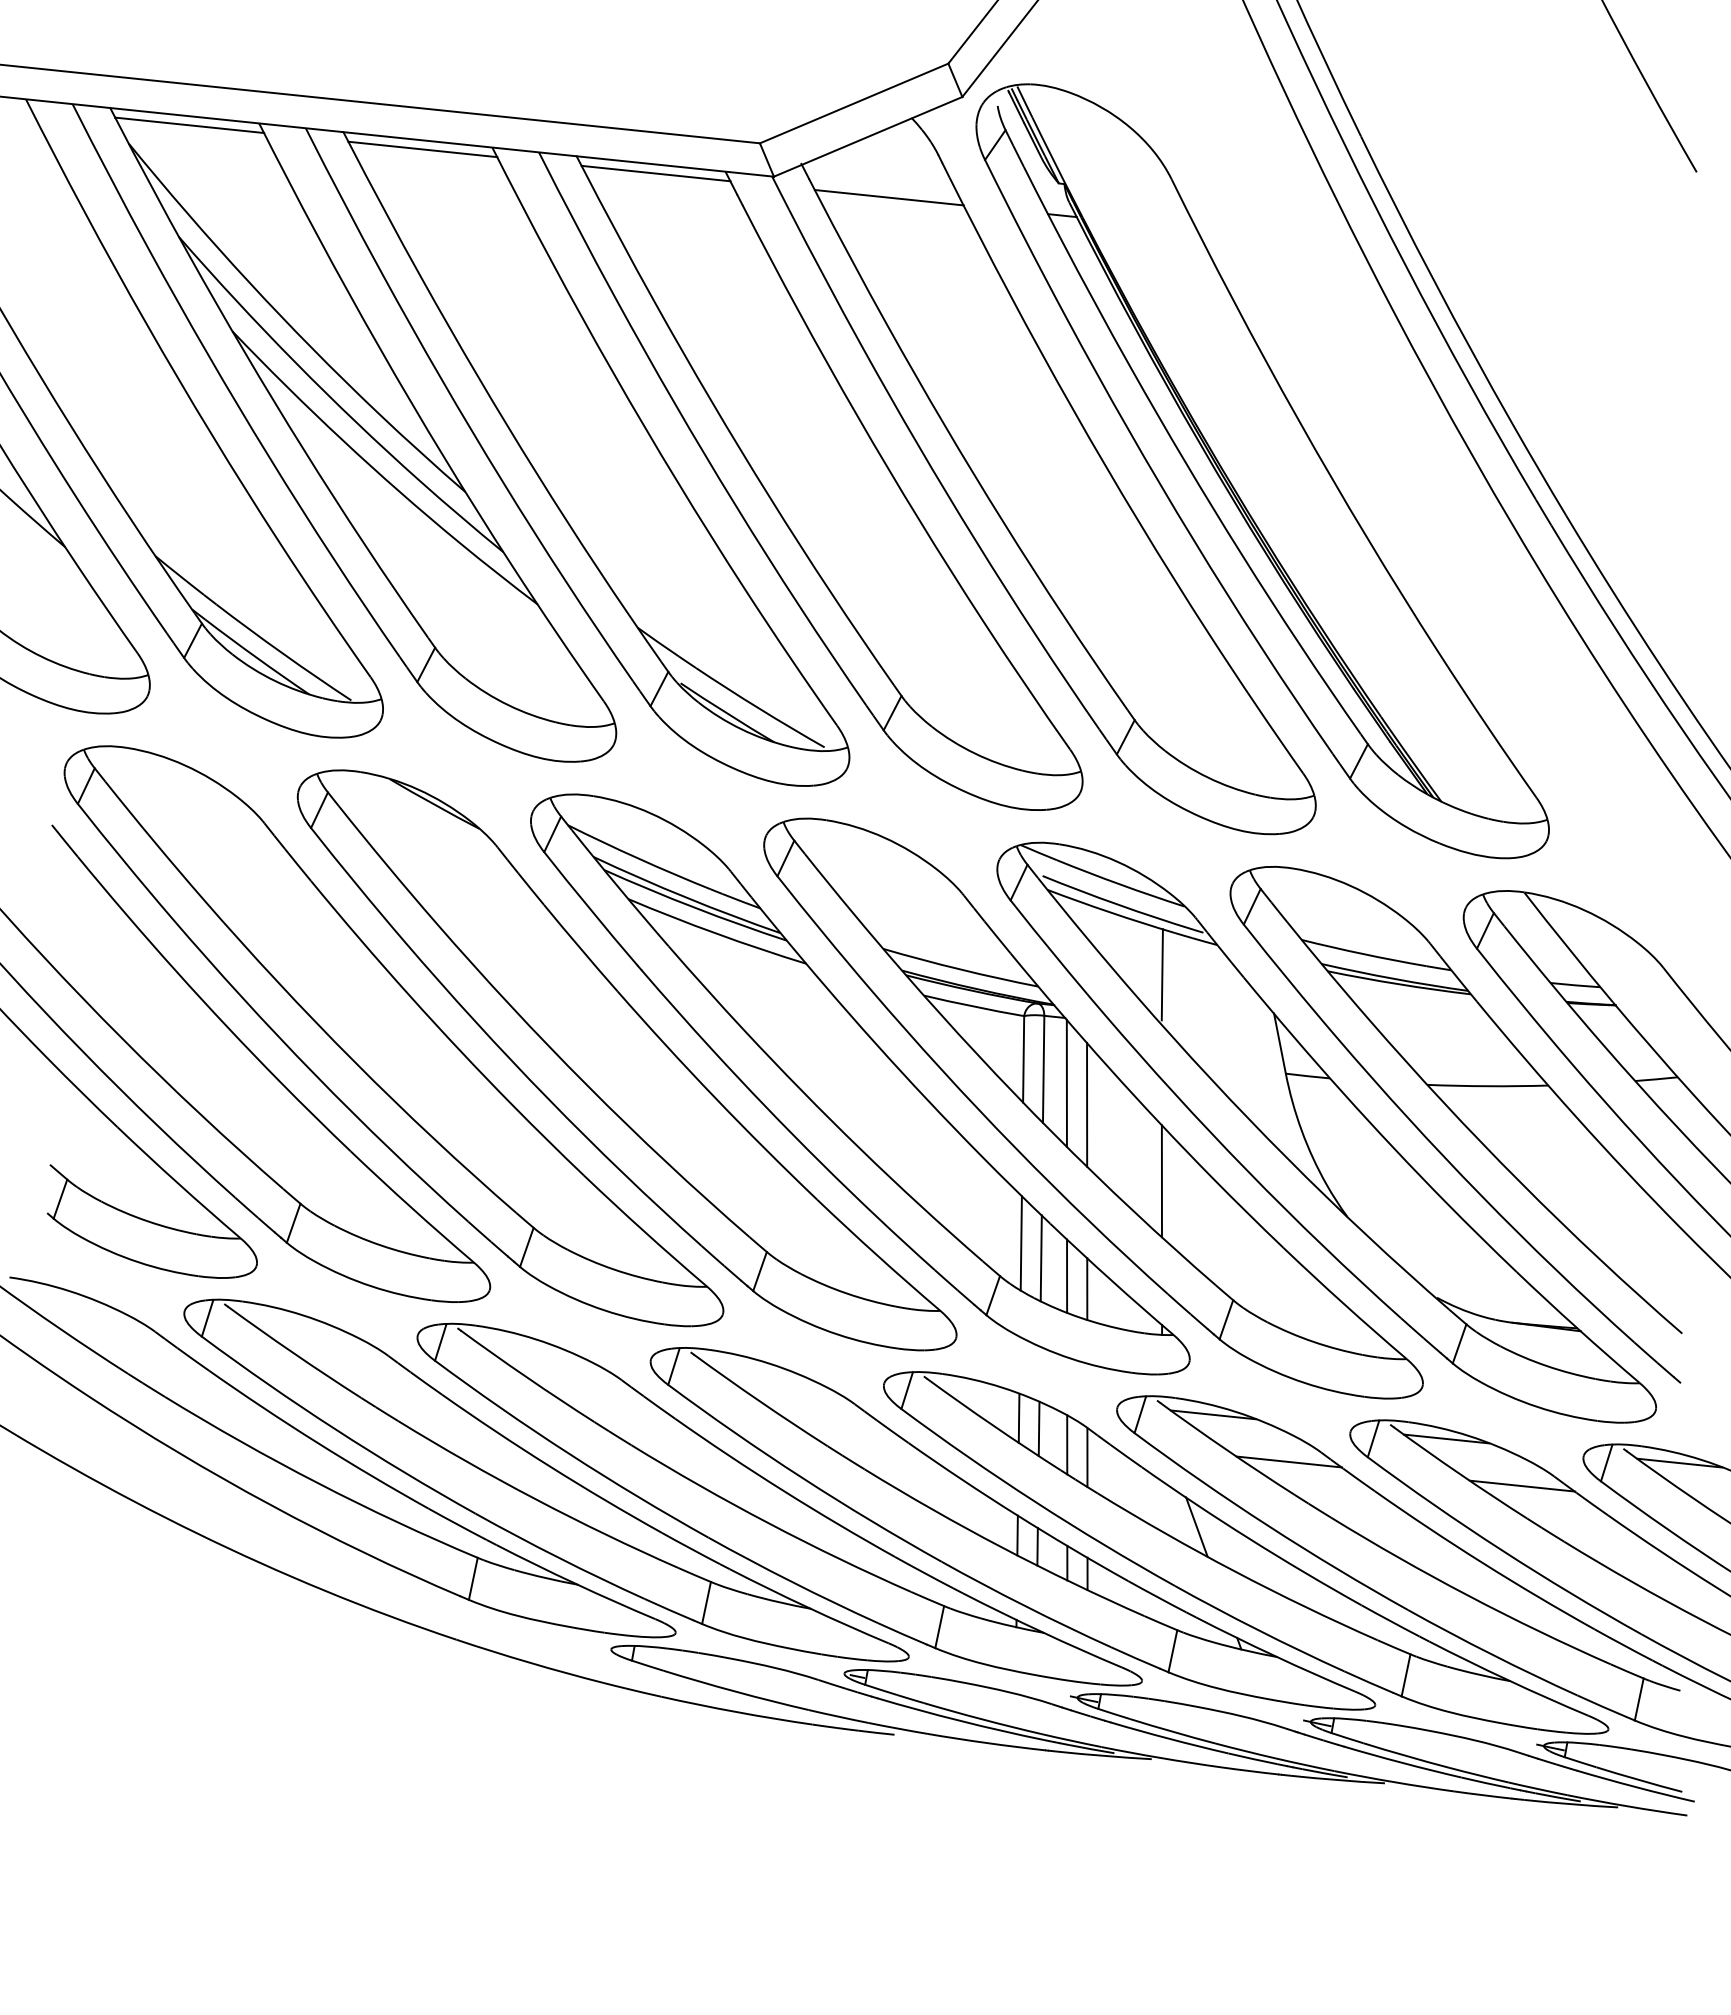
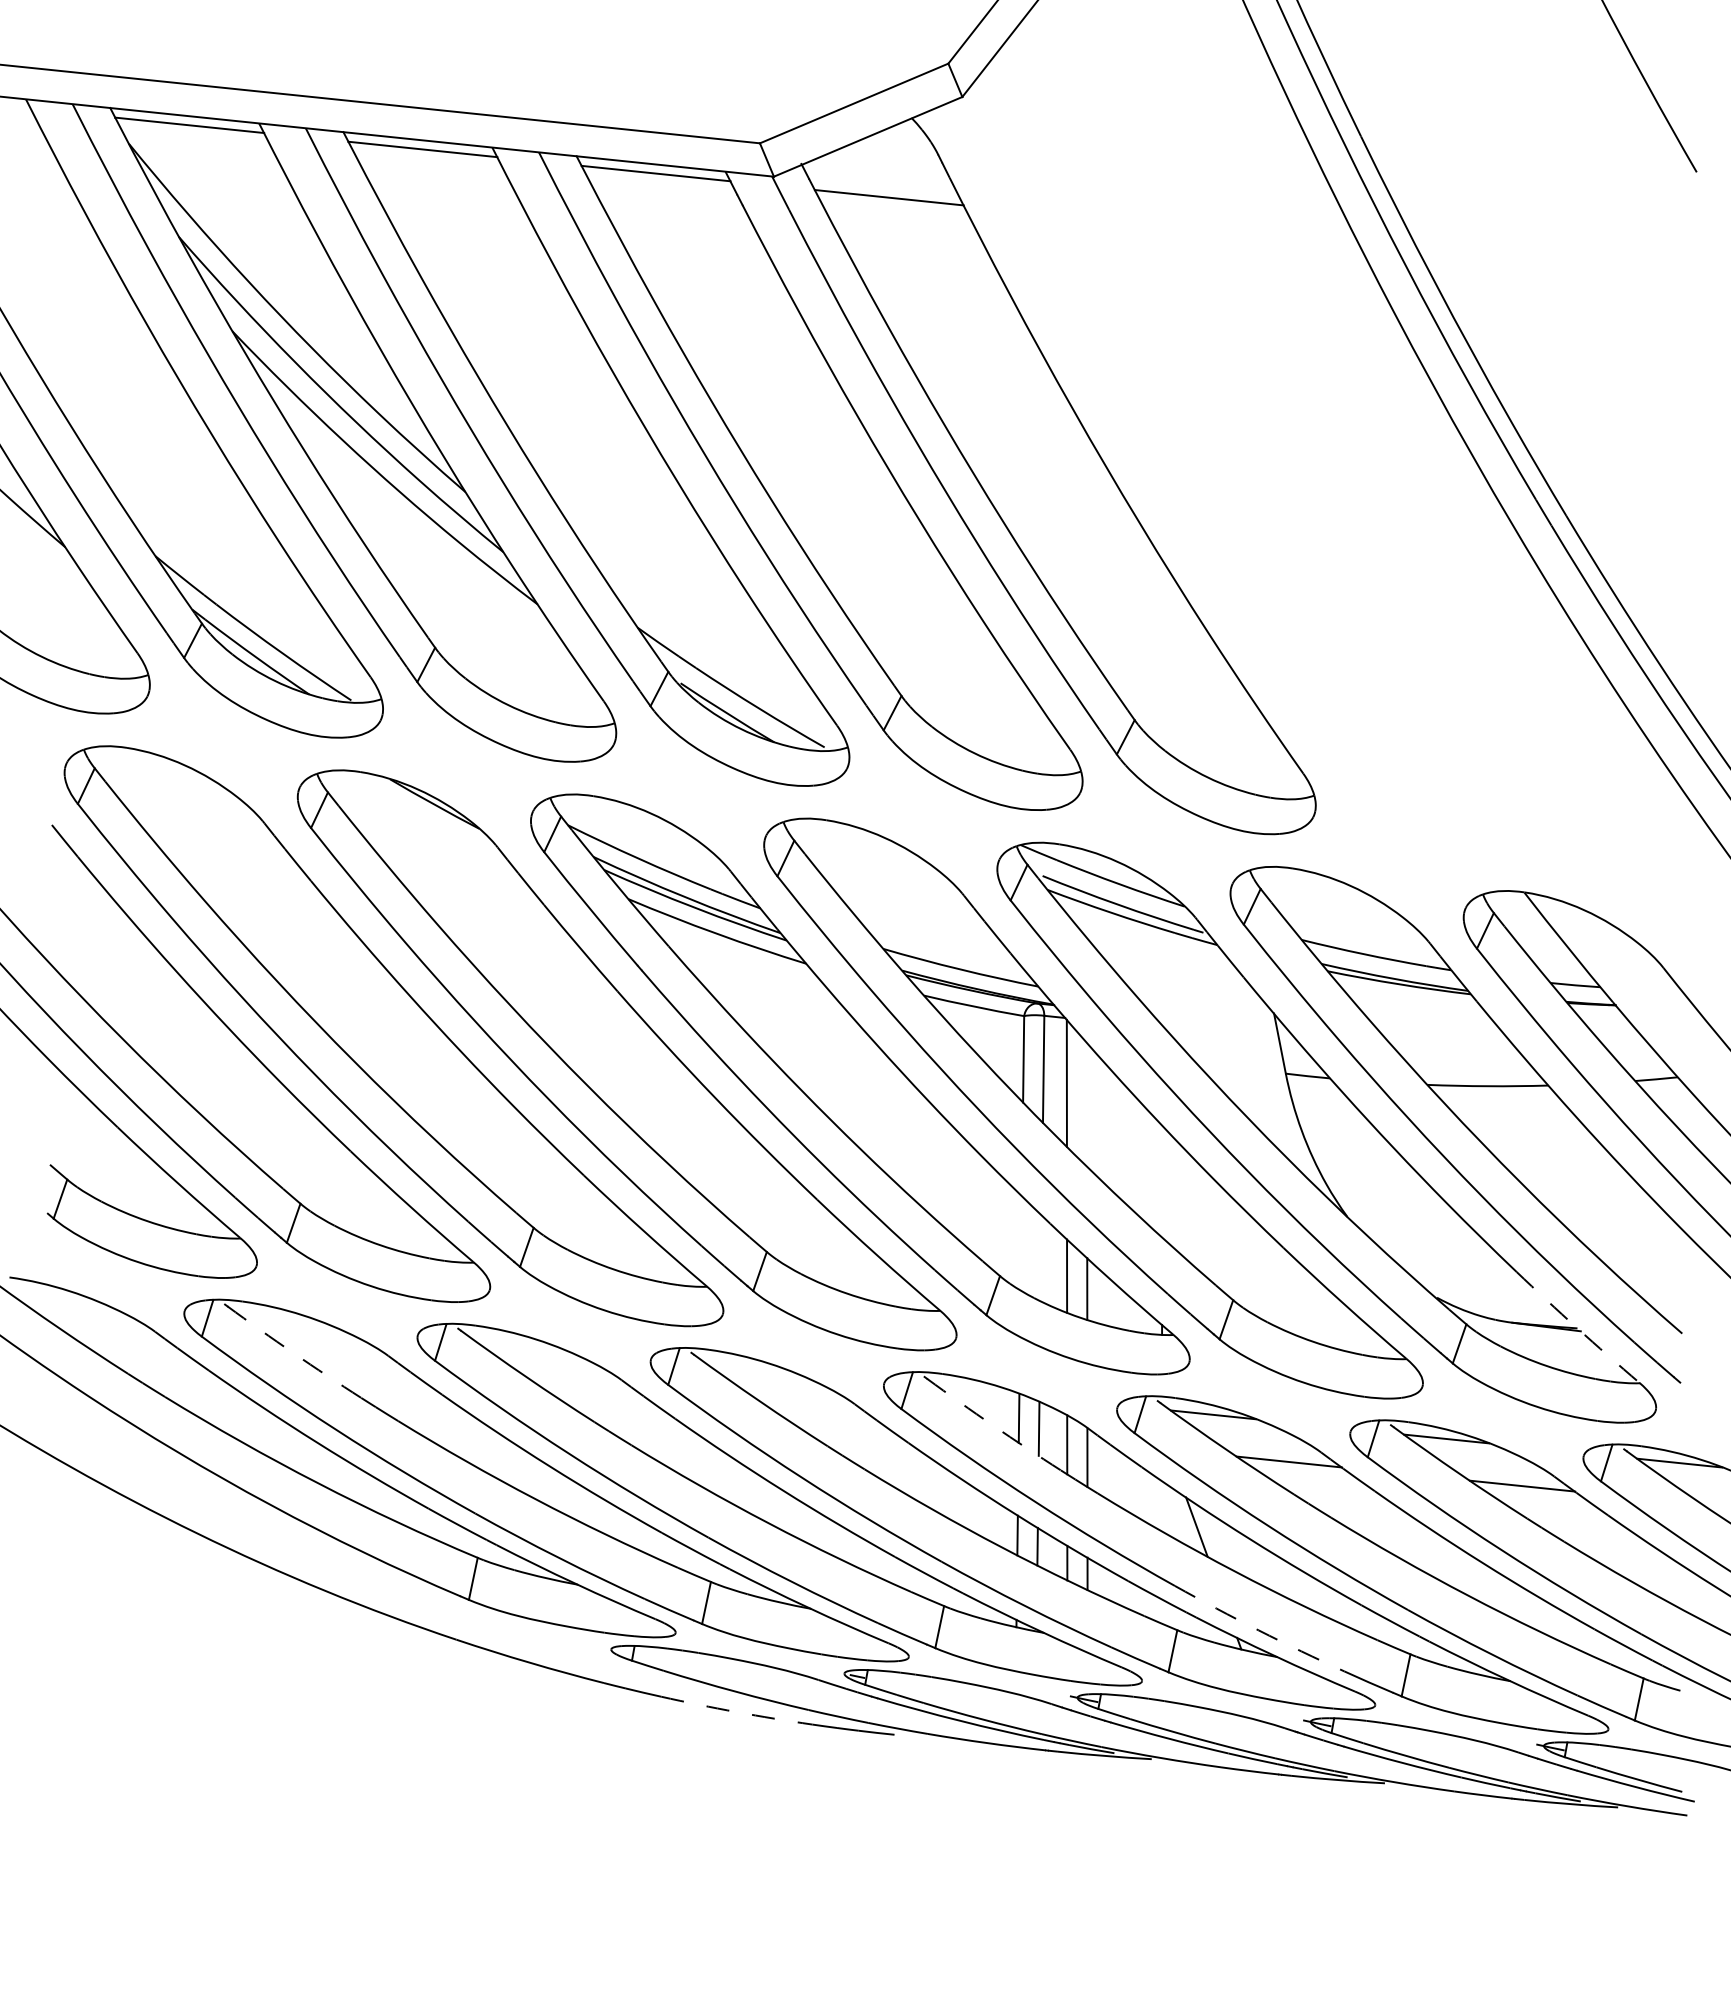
part at (1262, 471): present -> none
line at (1161, 974): present -> none
line at (1087, 1104): present -> none
line at (1161, 1181): present -> none
line at (1020, 1243): present -> none
line at (1040, 1258): present -> none
arc at (1577, 1328): solid -> dashed
arc at (293, 1353): solid -> dashed
arc at (993, 1425): solid -> dashed
arc at (1258, 1630): solid -> dashed
arc at (736, 1712): solid -> dashed
